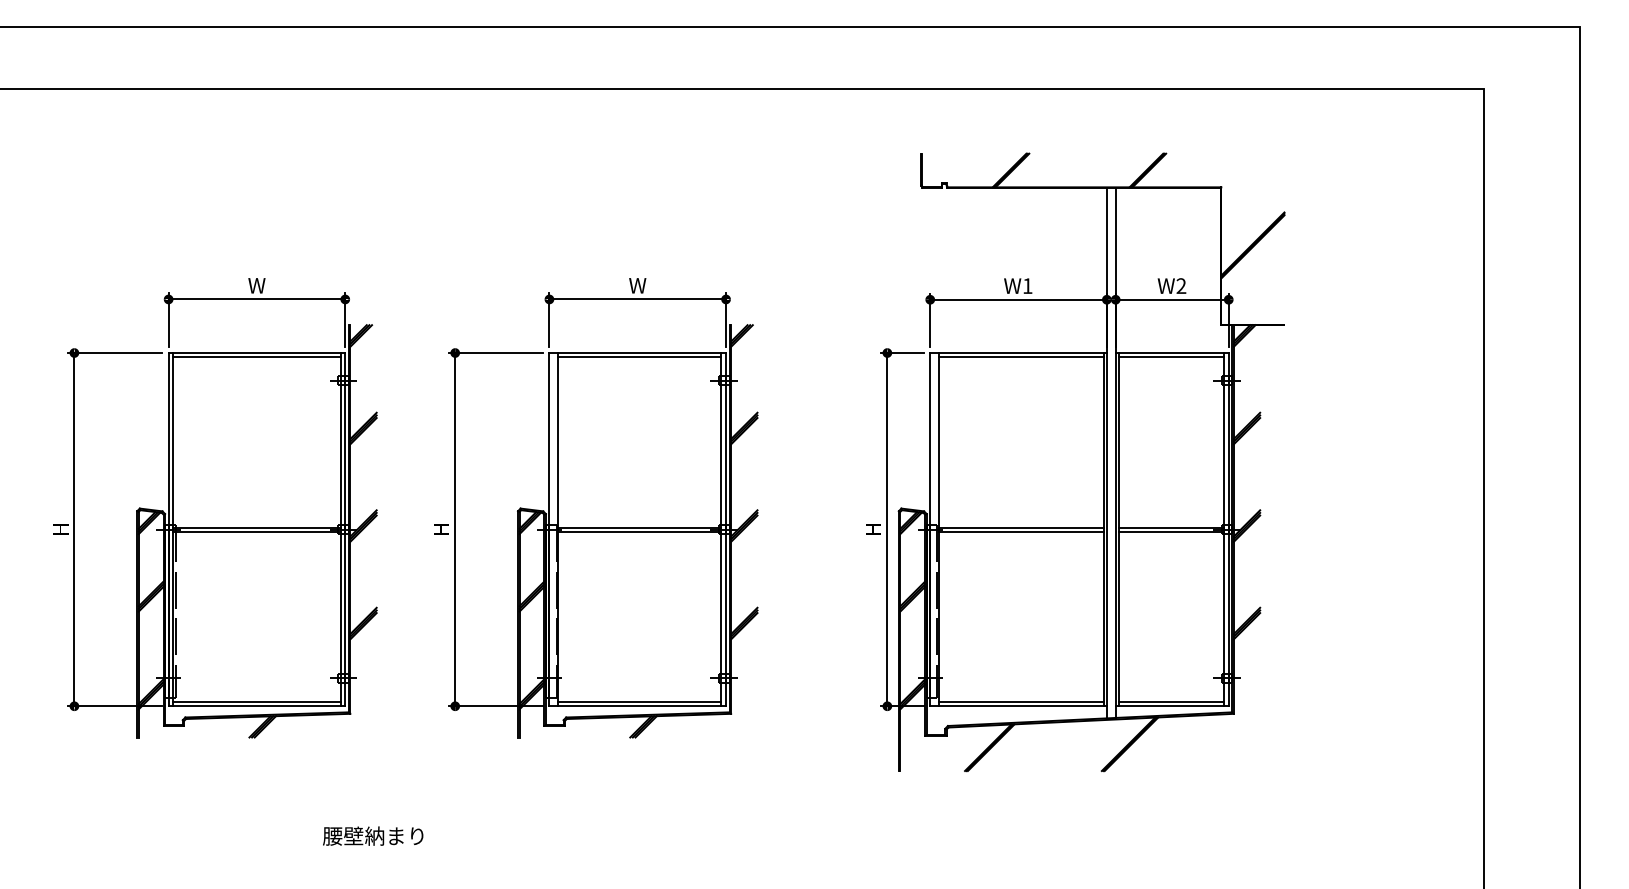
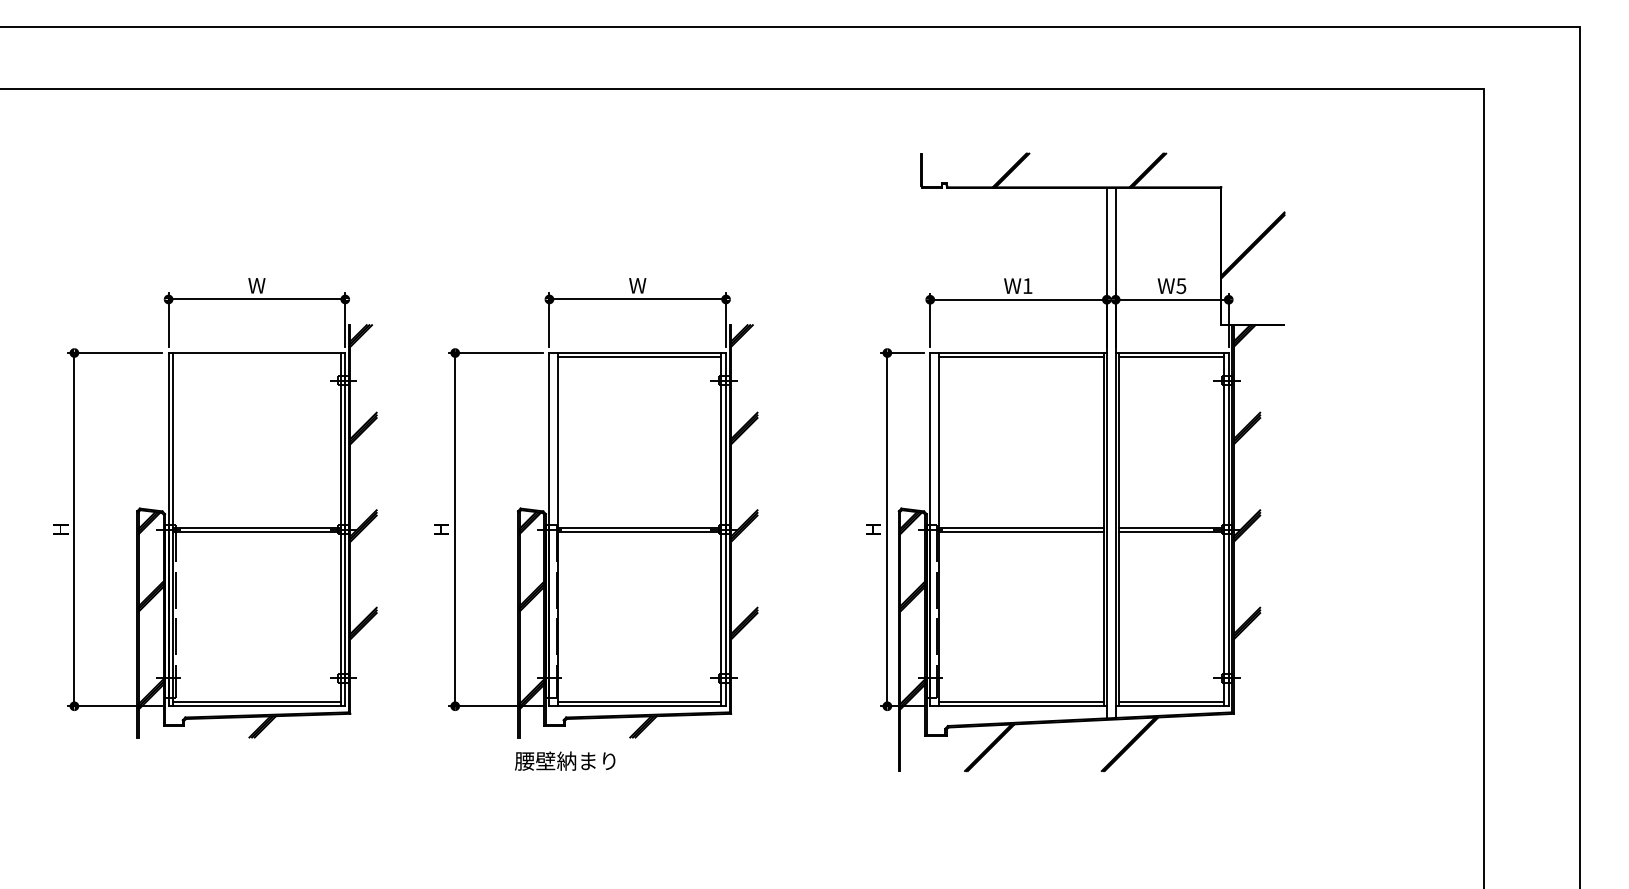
text at (1181, 286): W2 -> W5
line at (256, 356): present -> none
text at (373, 835) position: (373, 835) -> (565, 760)
